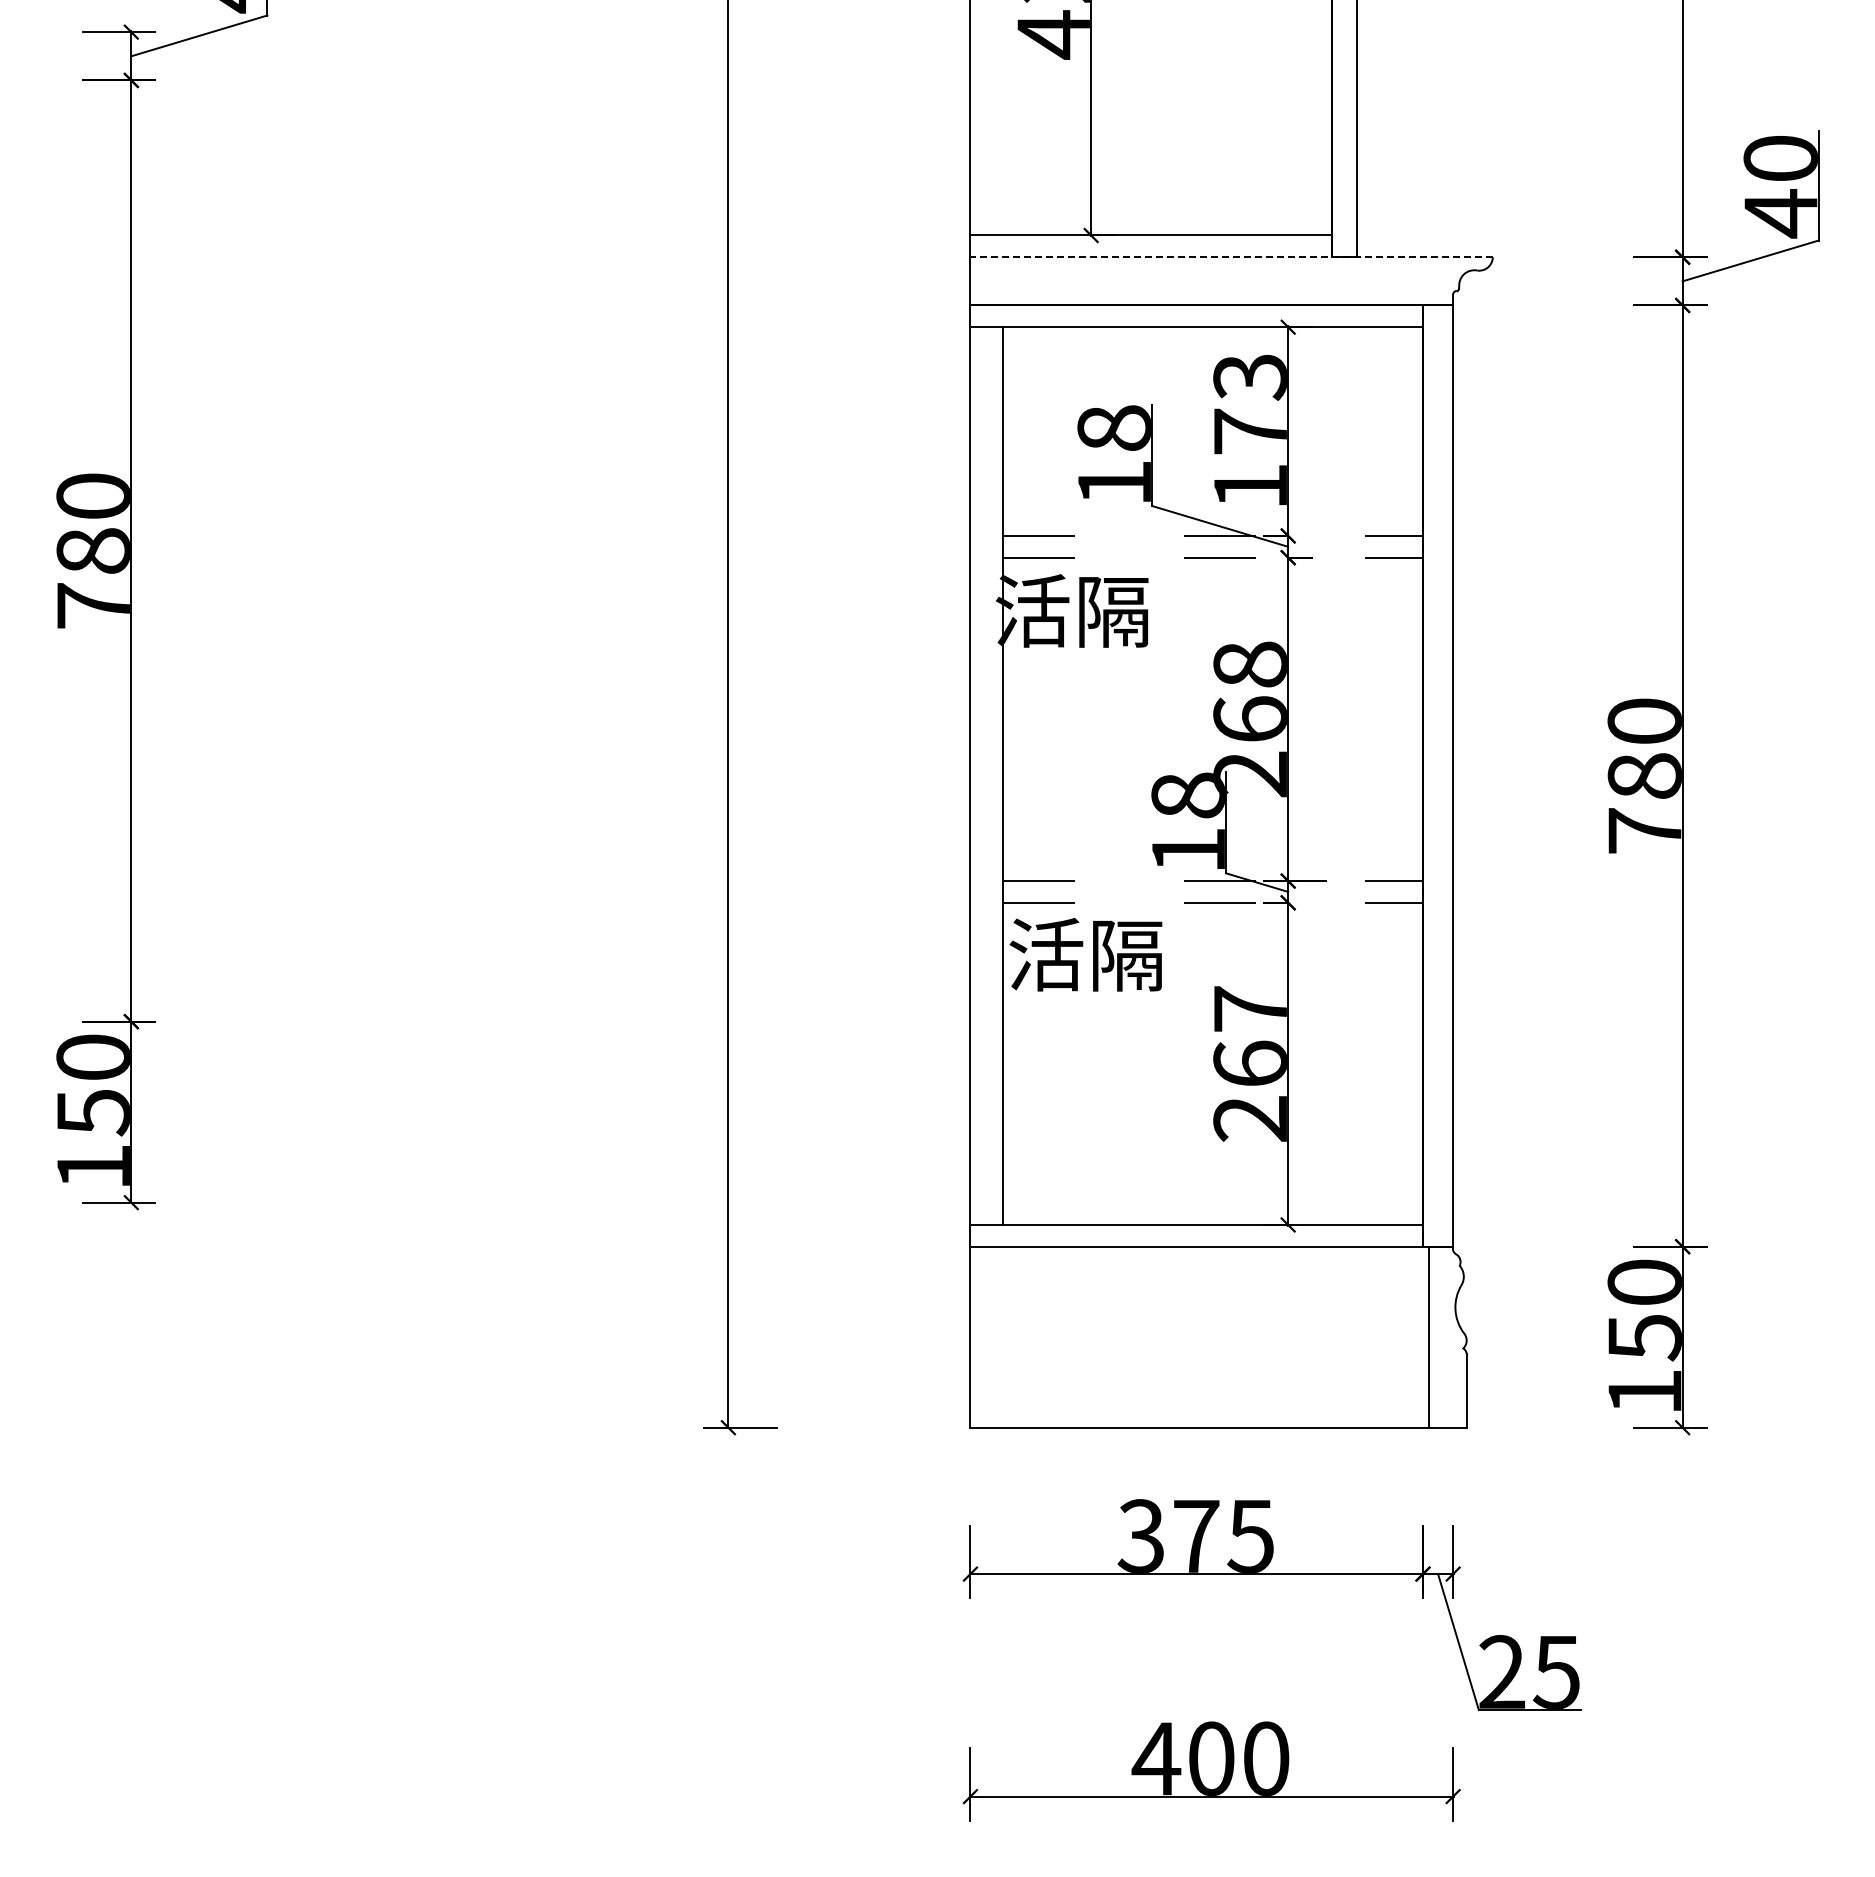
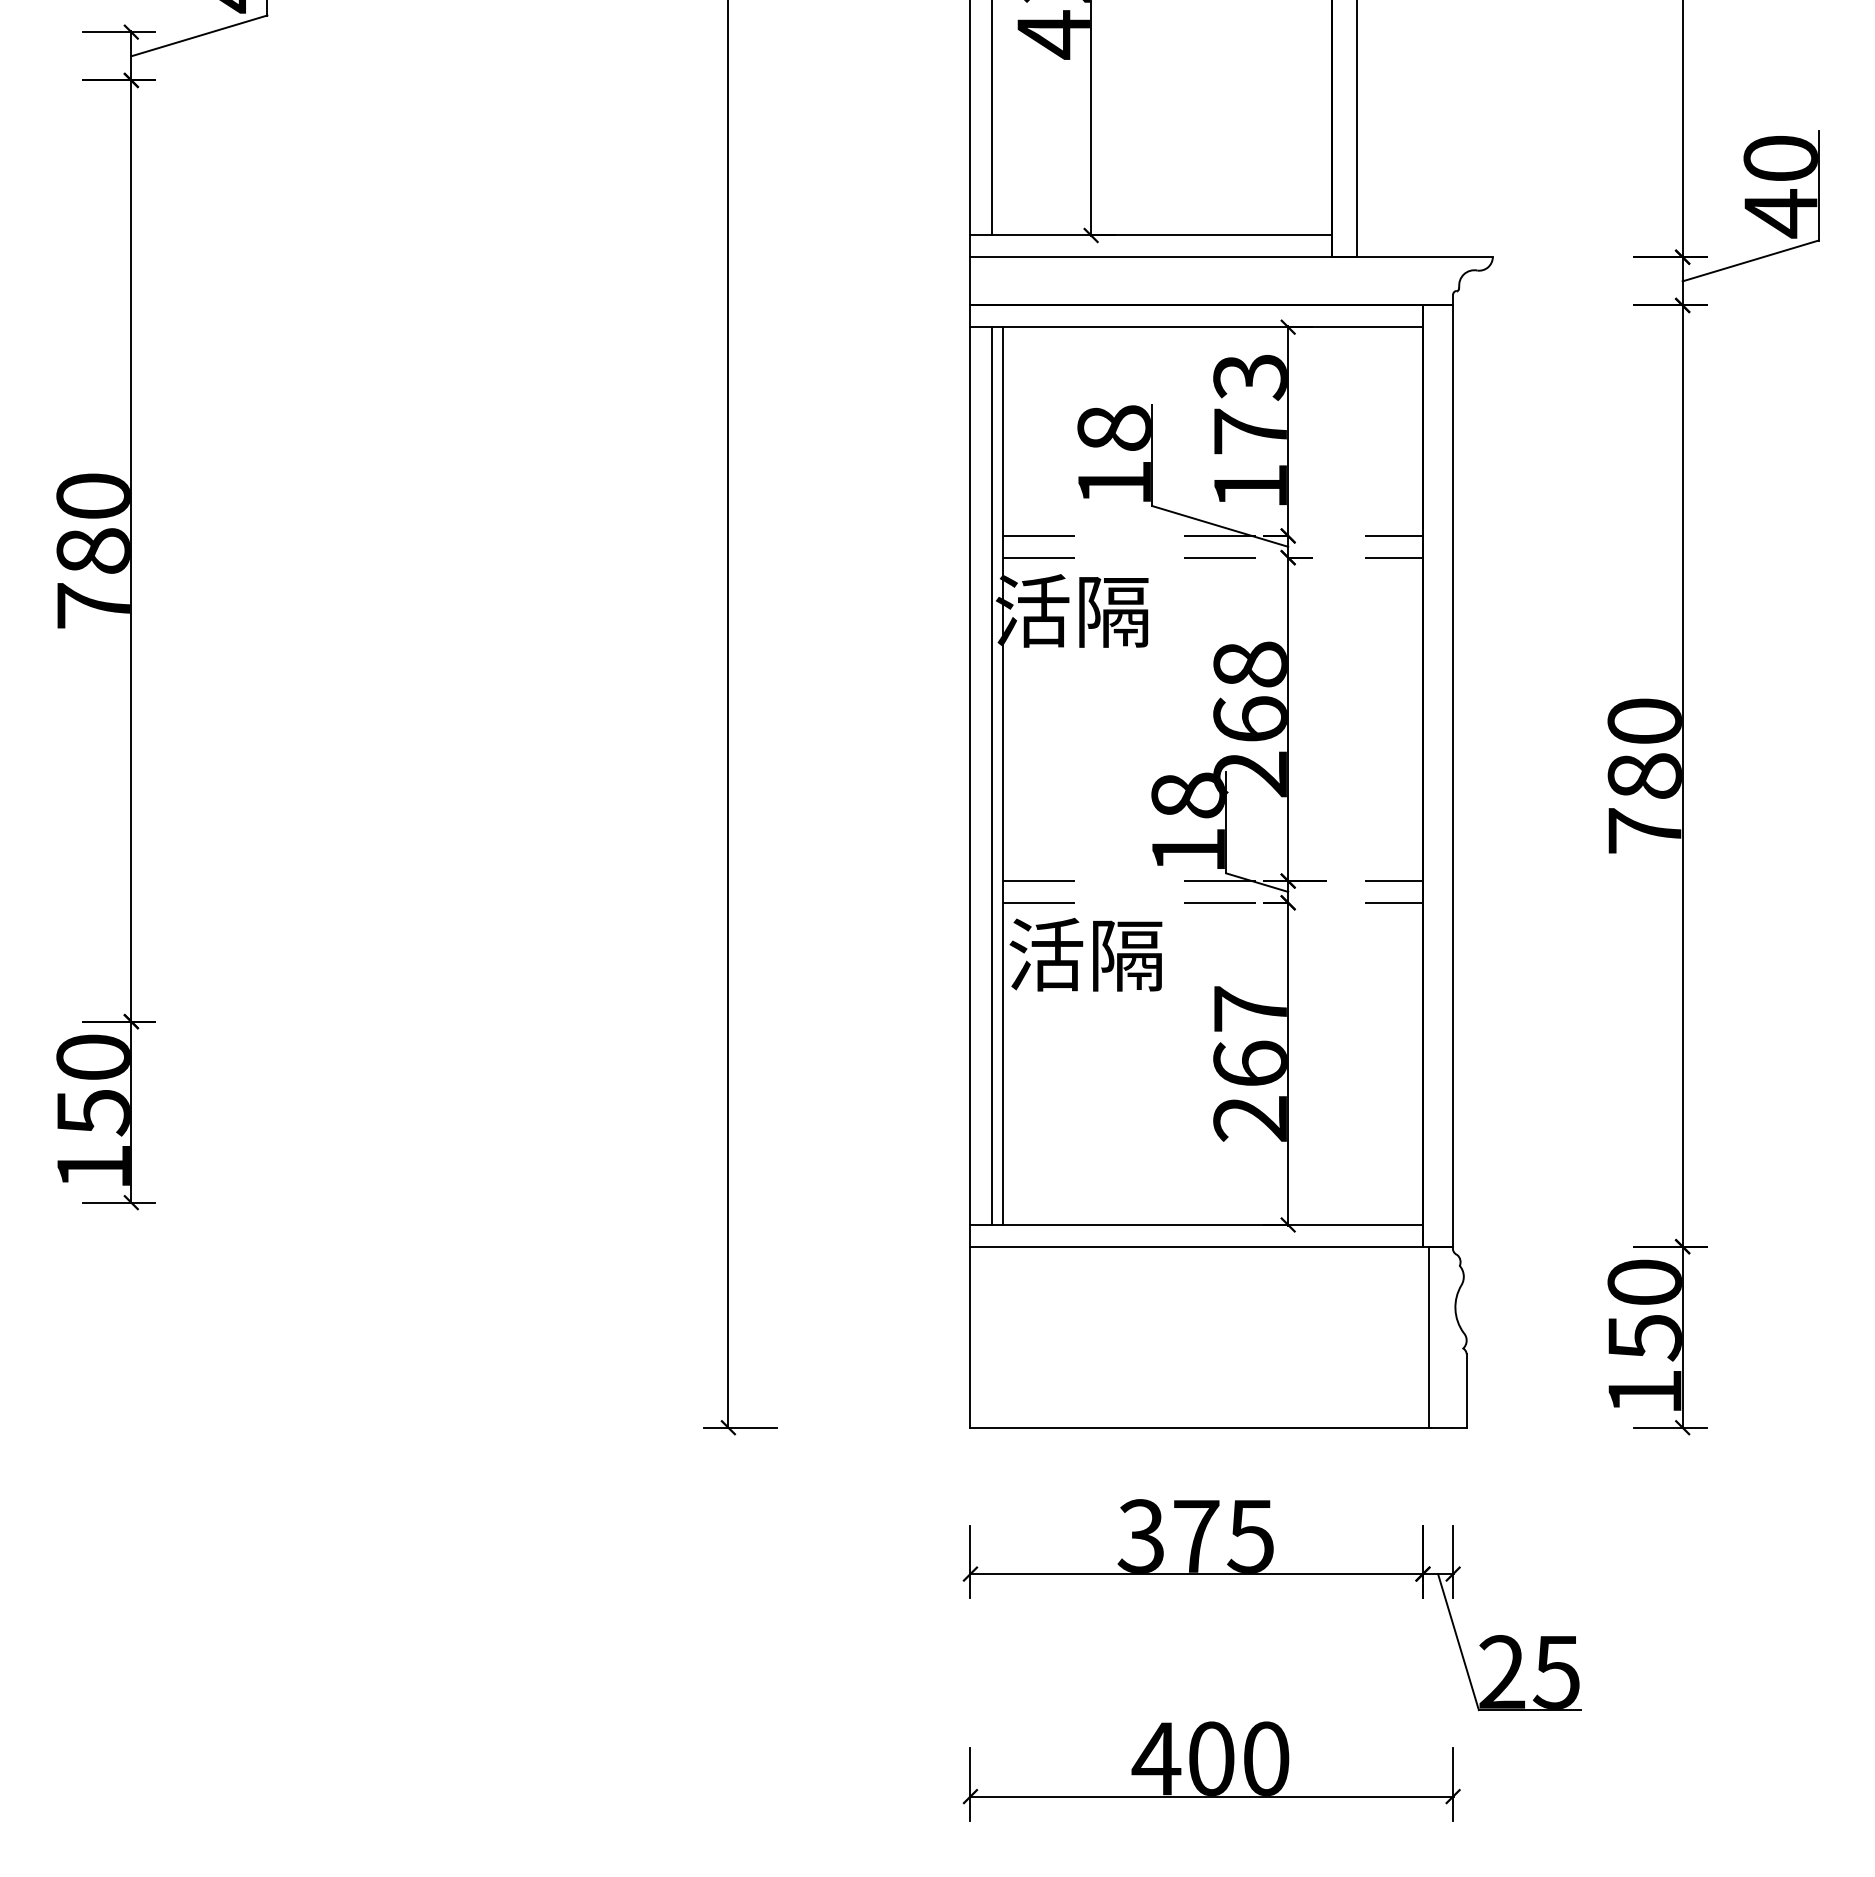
line at (992, 118): none -> present
line at (1231, 257): dashed -> solid
line at (992, 775): none -> present
